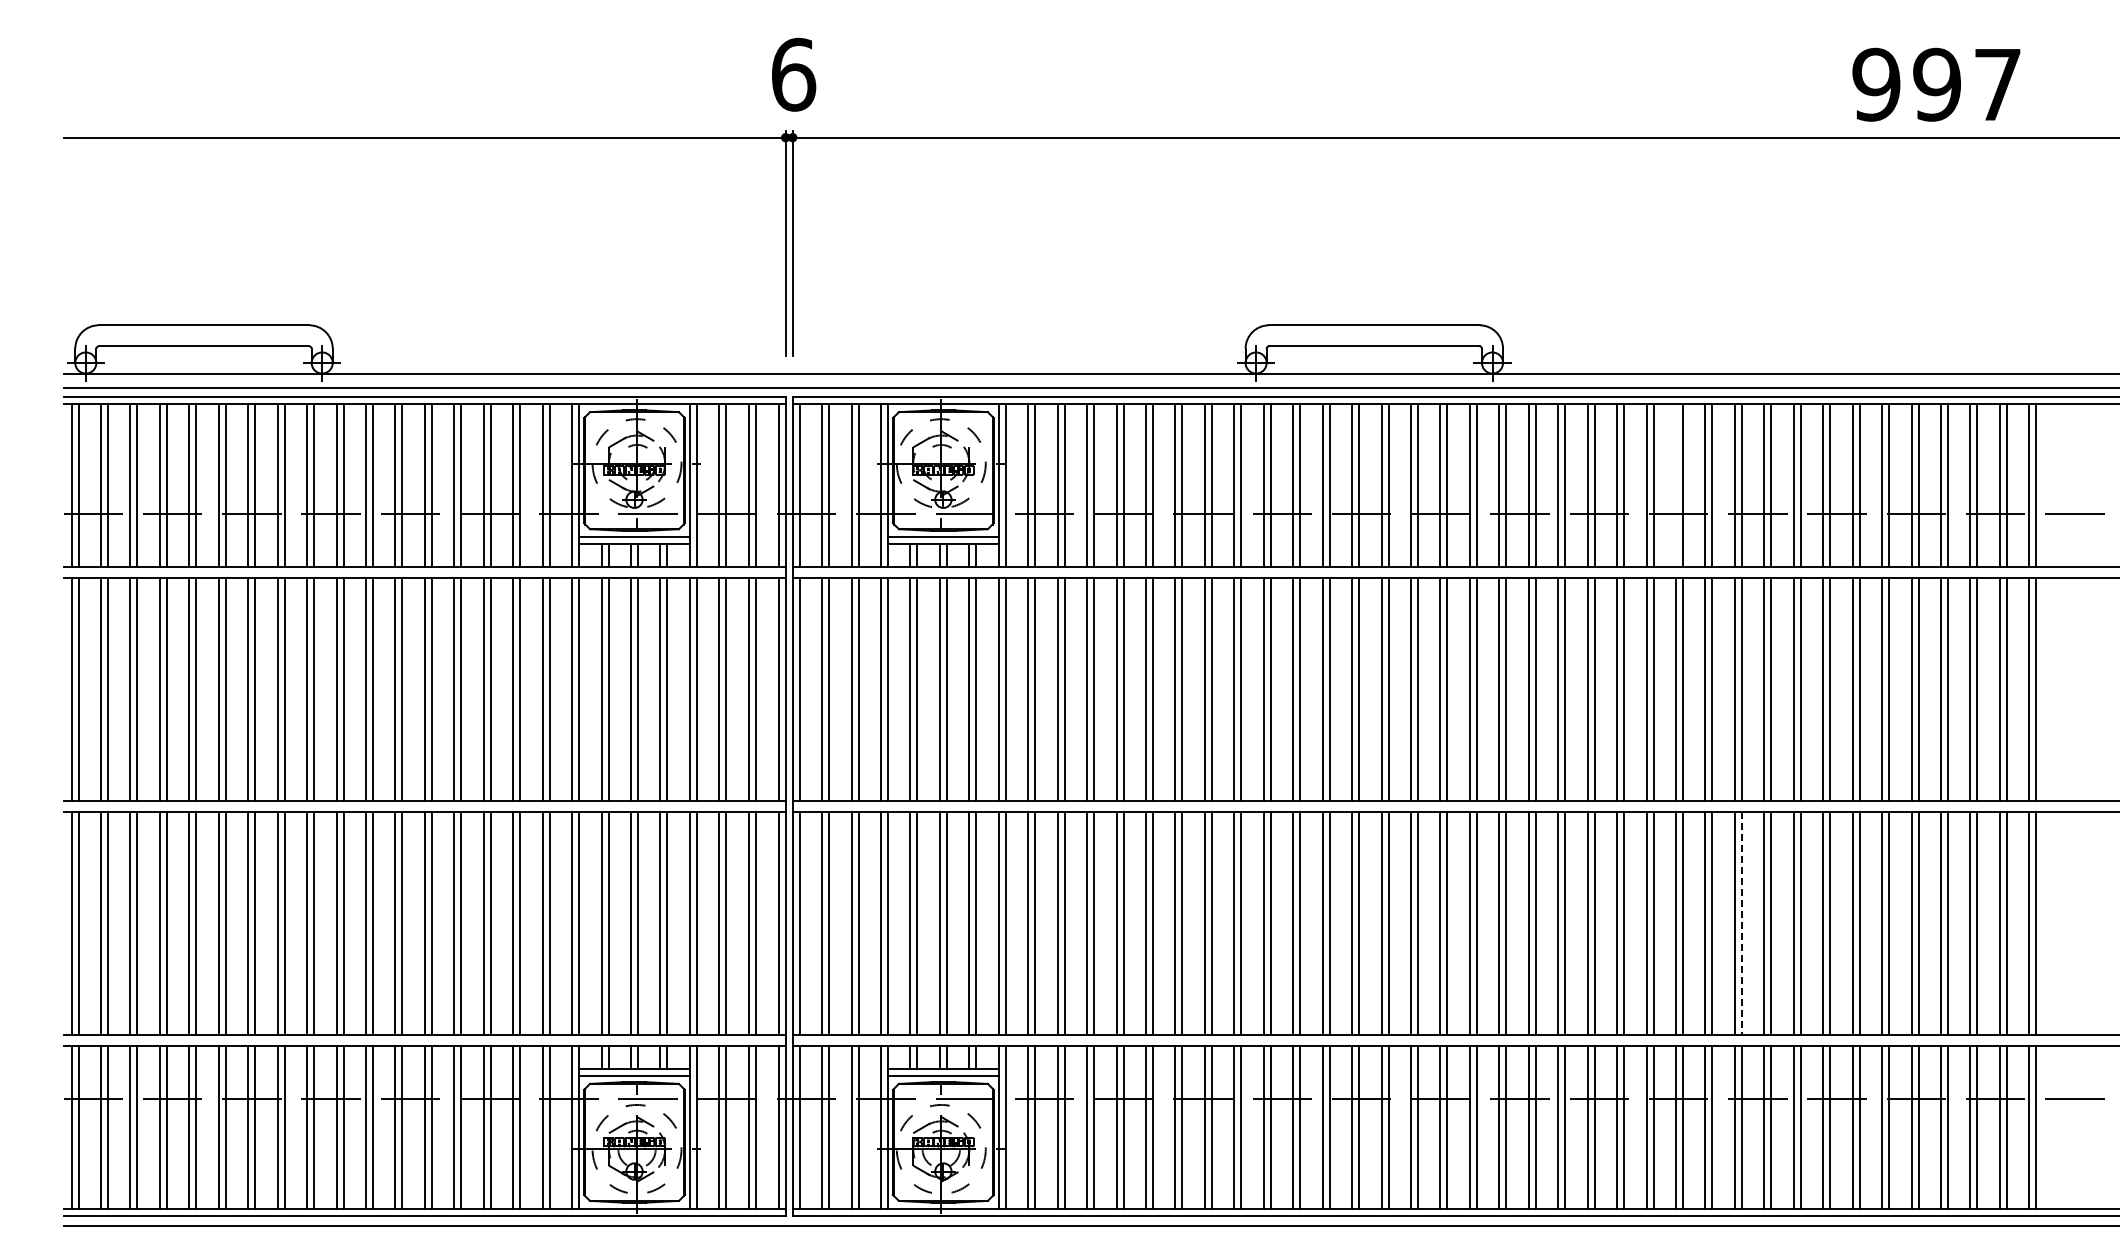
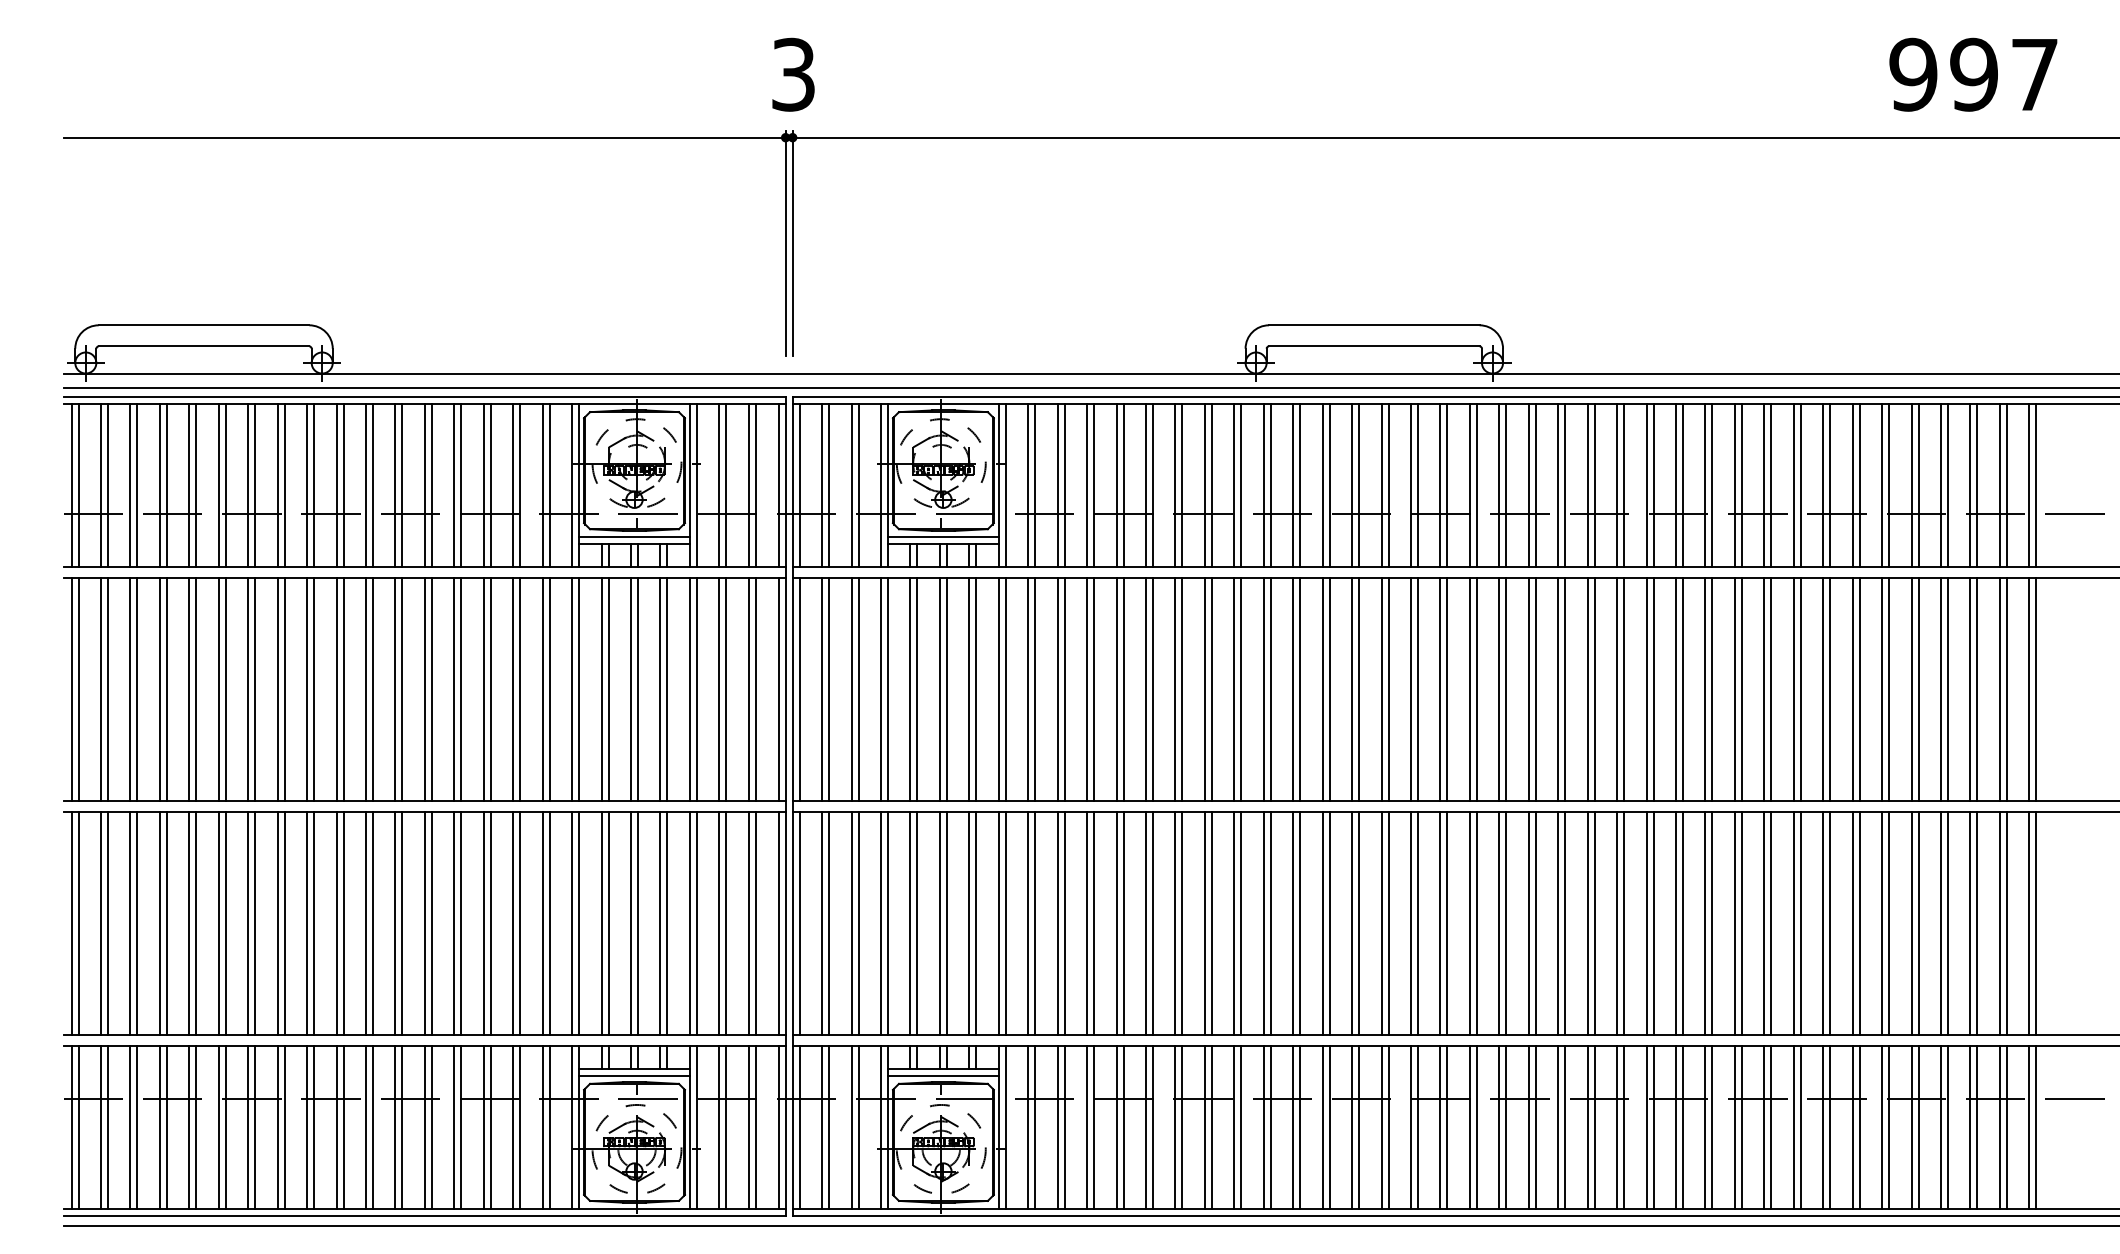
text at (794, 74): 6 -> 3
text at (1936, 84) position: (1936, 84) -> (1973, 74)
line at (1676, 484): none -> present
line at (1741, 924): dashed -> solid
